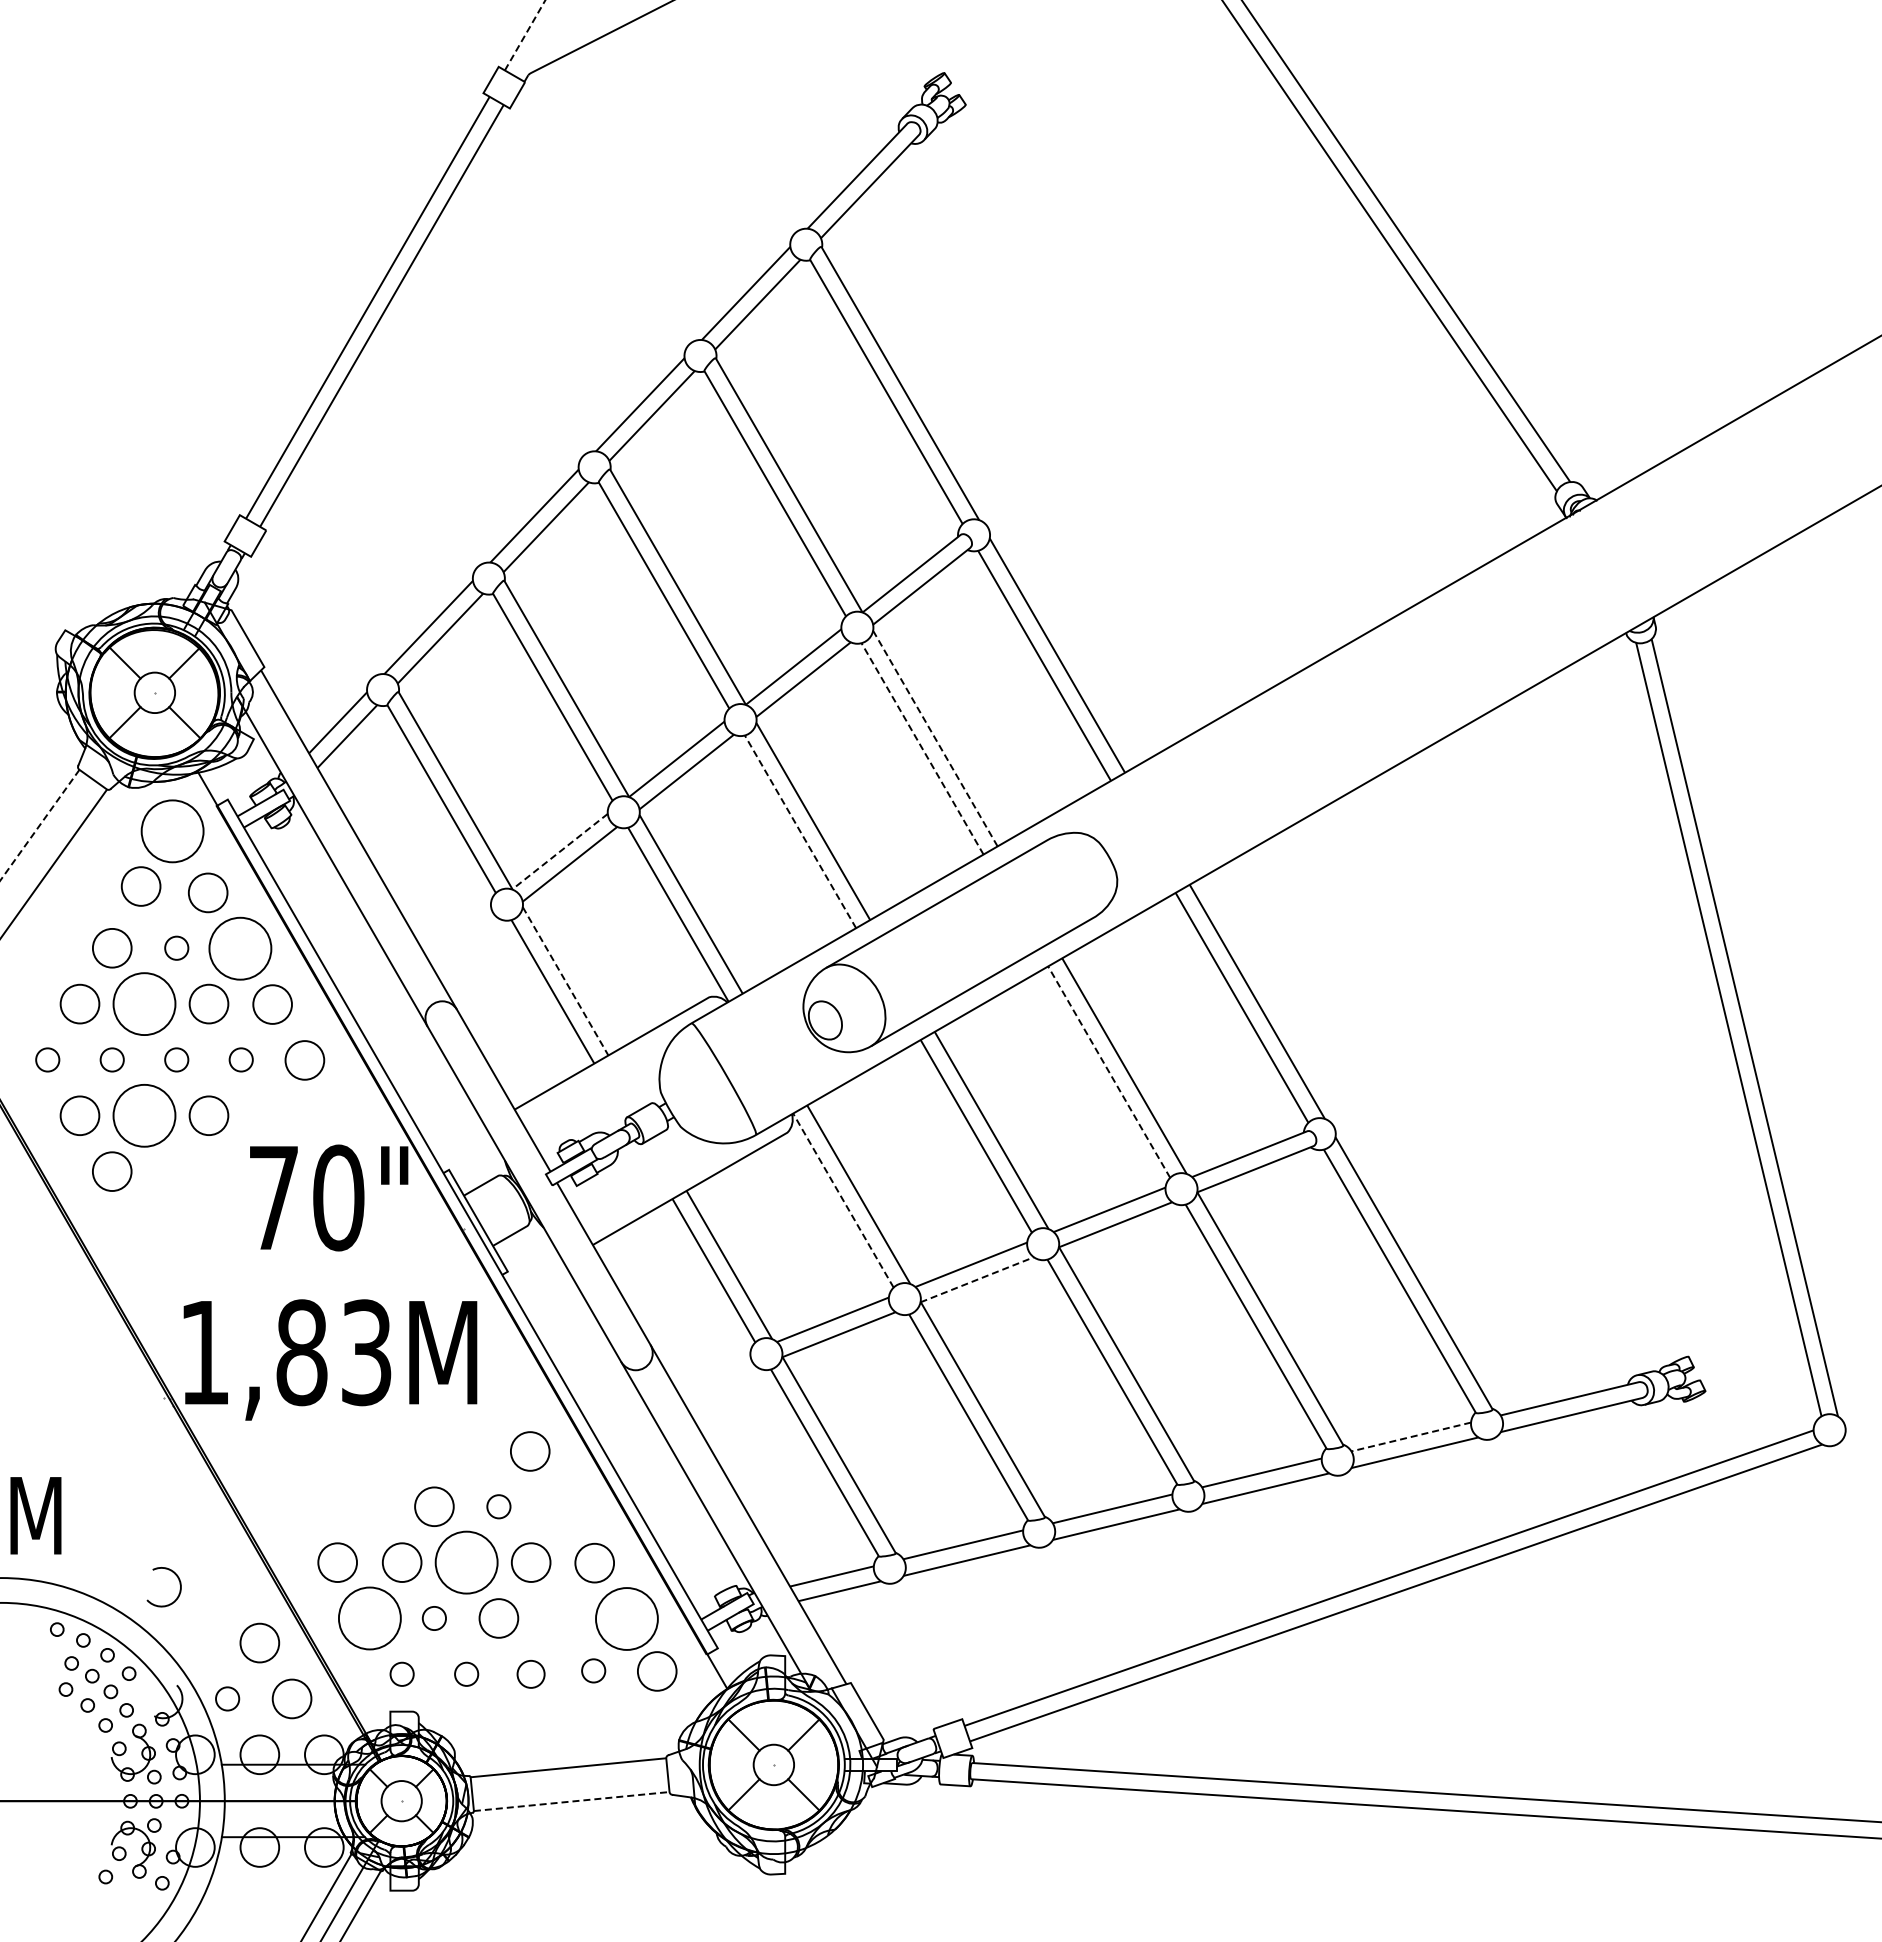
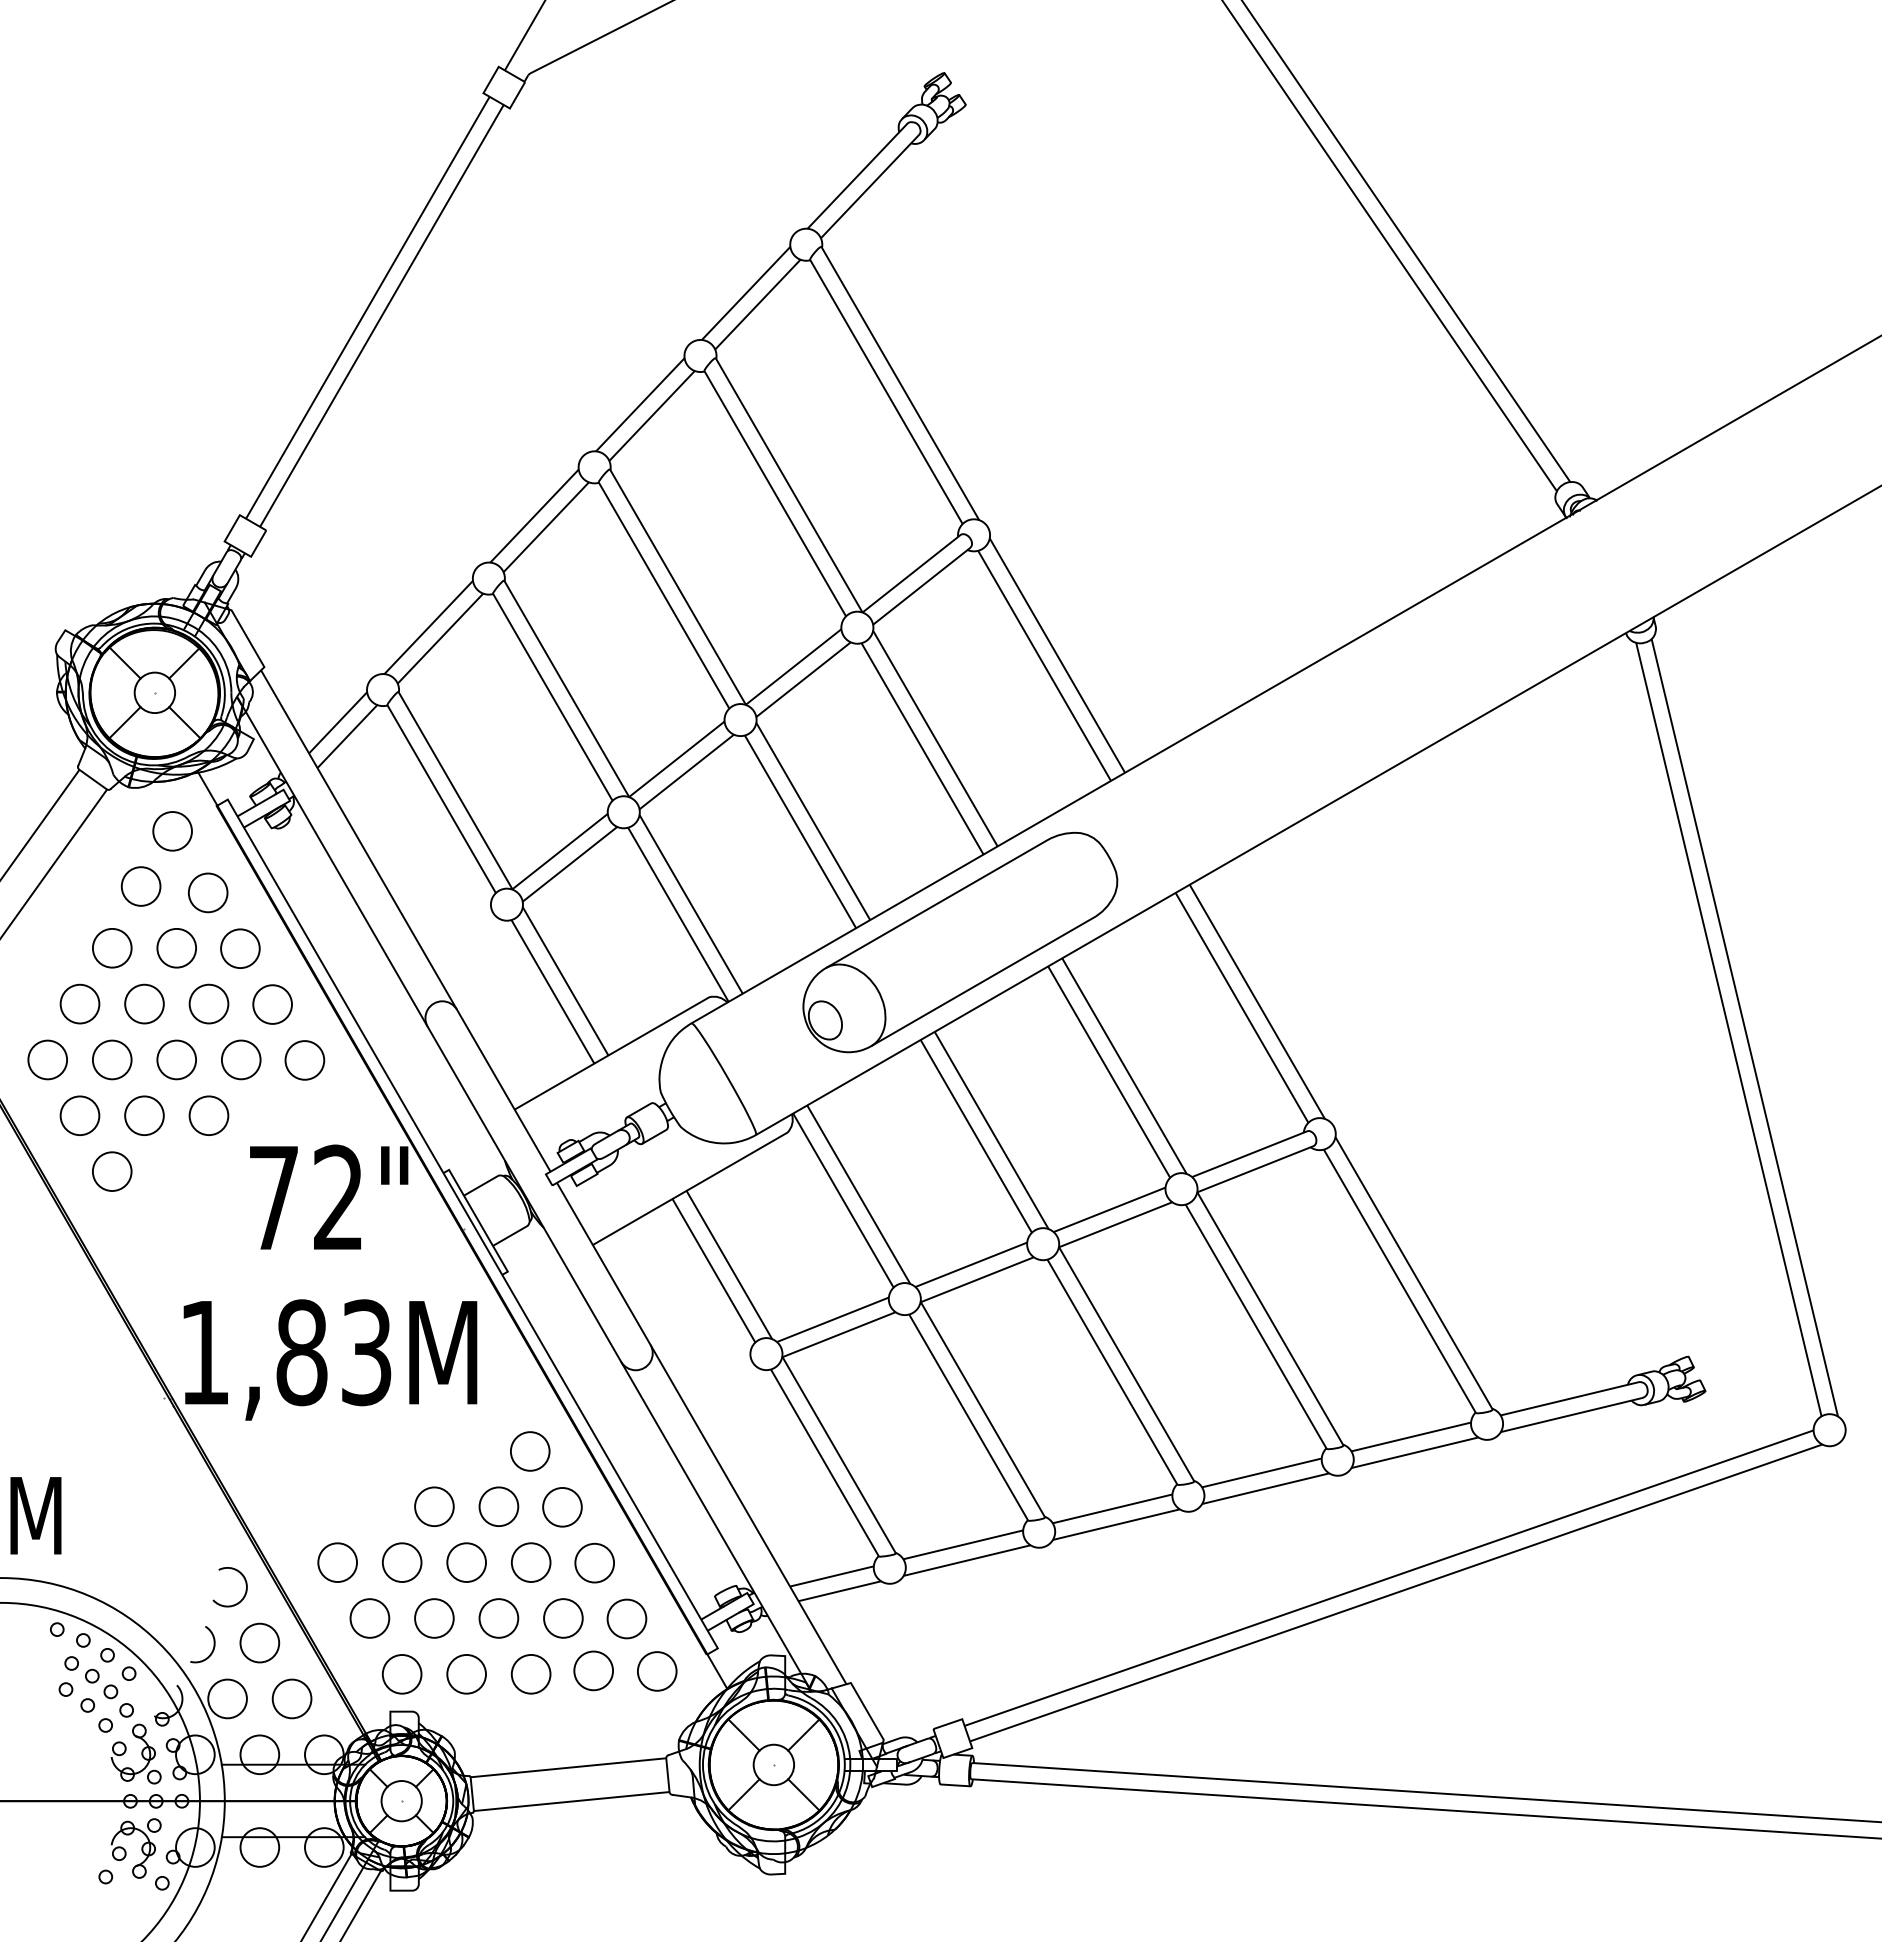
line at (525, 35): dashed -> solid
line at (935, 738): dashed -> solid
line at (922, 748): dashed -> solid
line at (39, 825): dashed -> solid
circle at (172, 831) diameter: 62 px -> 39 px
line at (800, 831): dashed -> solid
line at (560, 851): dashed -> solid
circle at (176, 947) diameter: 23 px -> 39 px
circle at (240, 948) diameter: 62 px -> 39 px
line at (565, 981): dashed -> solid
circle at (144, 1004) diameter: 62 px -> 39 px
circle at (47, 1059) diameter: 23 px -> 39 px
circle at (111, 1059) diameter: 23 px -> 39 px
circle at (176, 1059) diameter: 23 px -> 39 px
circle at (240, 1059) diameter: 23 px -> 39 px
line at (1108, 1071): dashed -> solid
circle at (144, 1115) diameter: 62 px -> 39 px
text at (338, 1197): 70" -> 72"
line at (843, 1200): dashed -> solid
line at (977, 1279): dashed -> solid
line at (1411, 1436): dashed -> solid
circle at (498, 1506) diameter: 23 px -> 39 px
circle at (562, 1507): none -> present
circle at (466, 1562) diameter: 62 px -> 39 px
arc at (179, 1589) position: (179, 1589) -> (245, 1589)
circle at (369, 1618) diameter: 62 px -> 39 px
circle at (434, 1618) diameter: 23 px -> 39 px
circle at (563, 1618): none -> present
circle at (626, 1618) diameter: 62 px -> 39 px
arc at (213, 1644): none -> present
circle at (593, 1670) diameter: 23 px -> 39 px
circle at (401, 1673) diameter: 23 px -> 39 px
circle at (466, 1673) diameter: 23 px -> 39 px
circle at (530, 1674) size: 30x29 px -> 42x41 px
circle at (227, 1698) diameter: 23 px -> 39 px
line at (572, 1801): dashed -> solid
